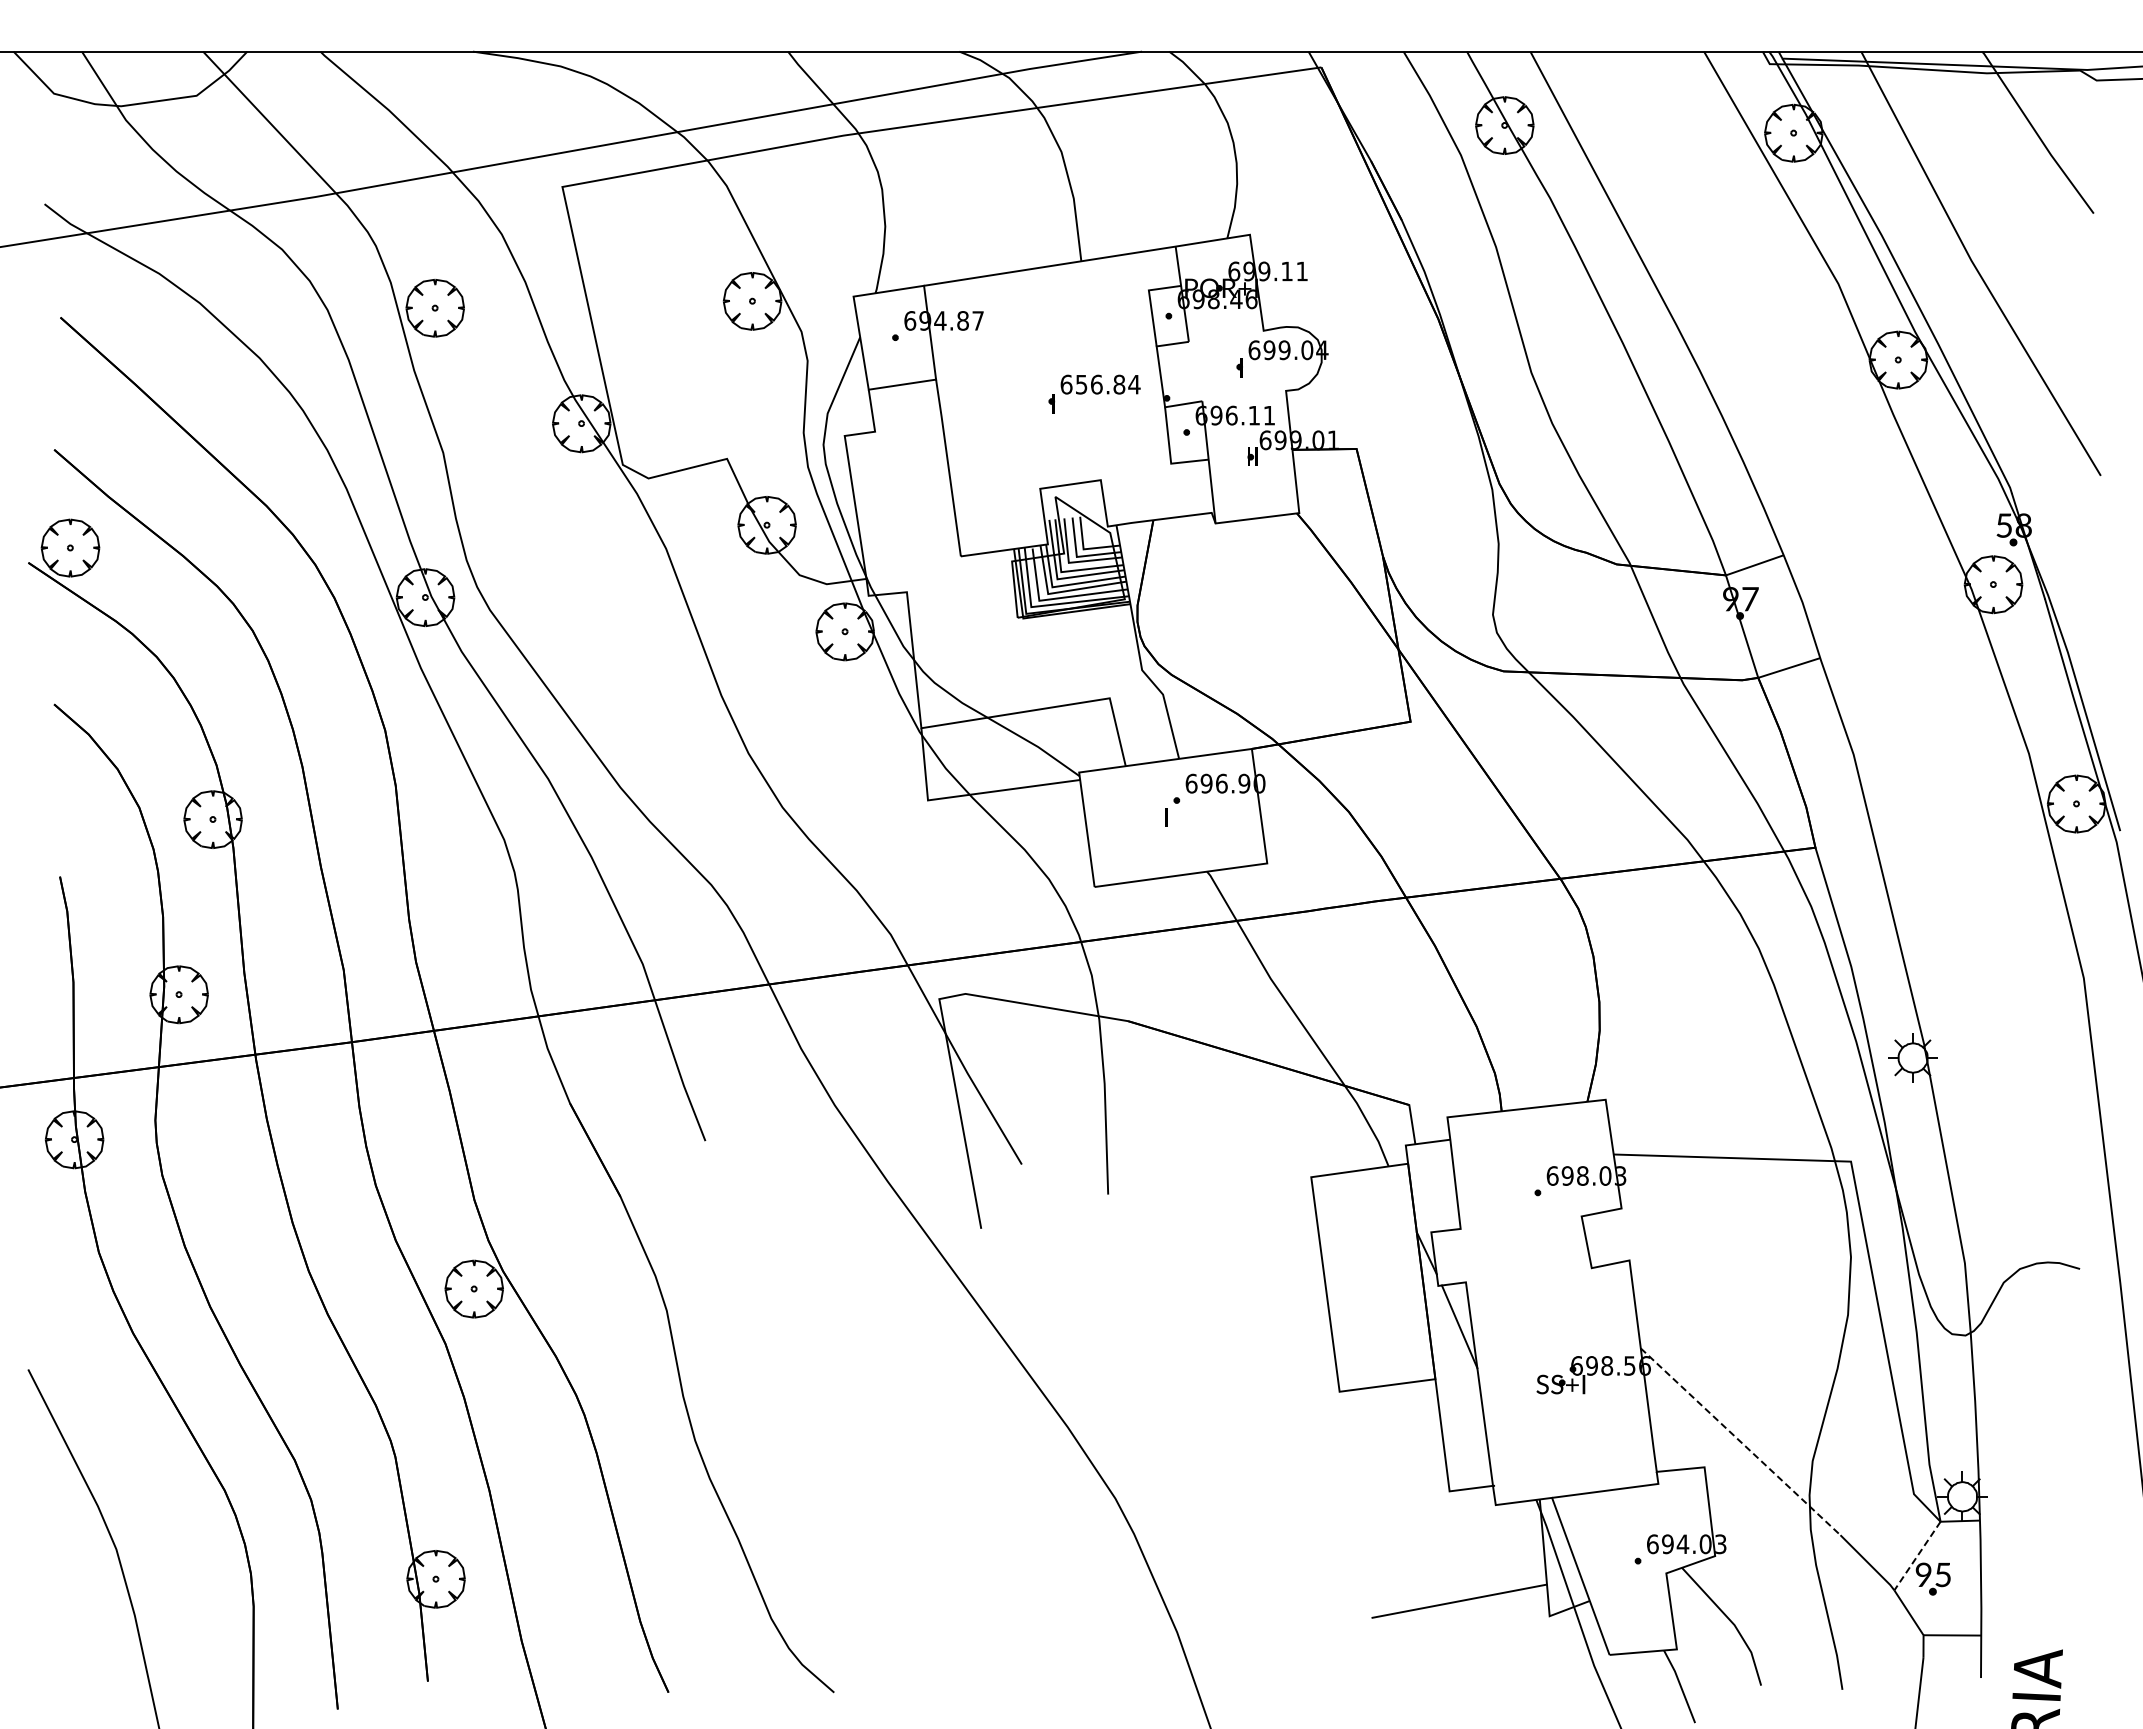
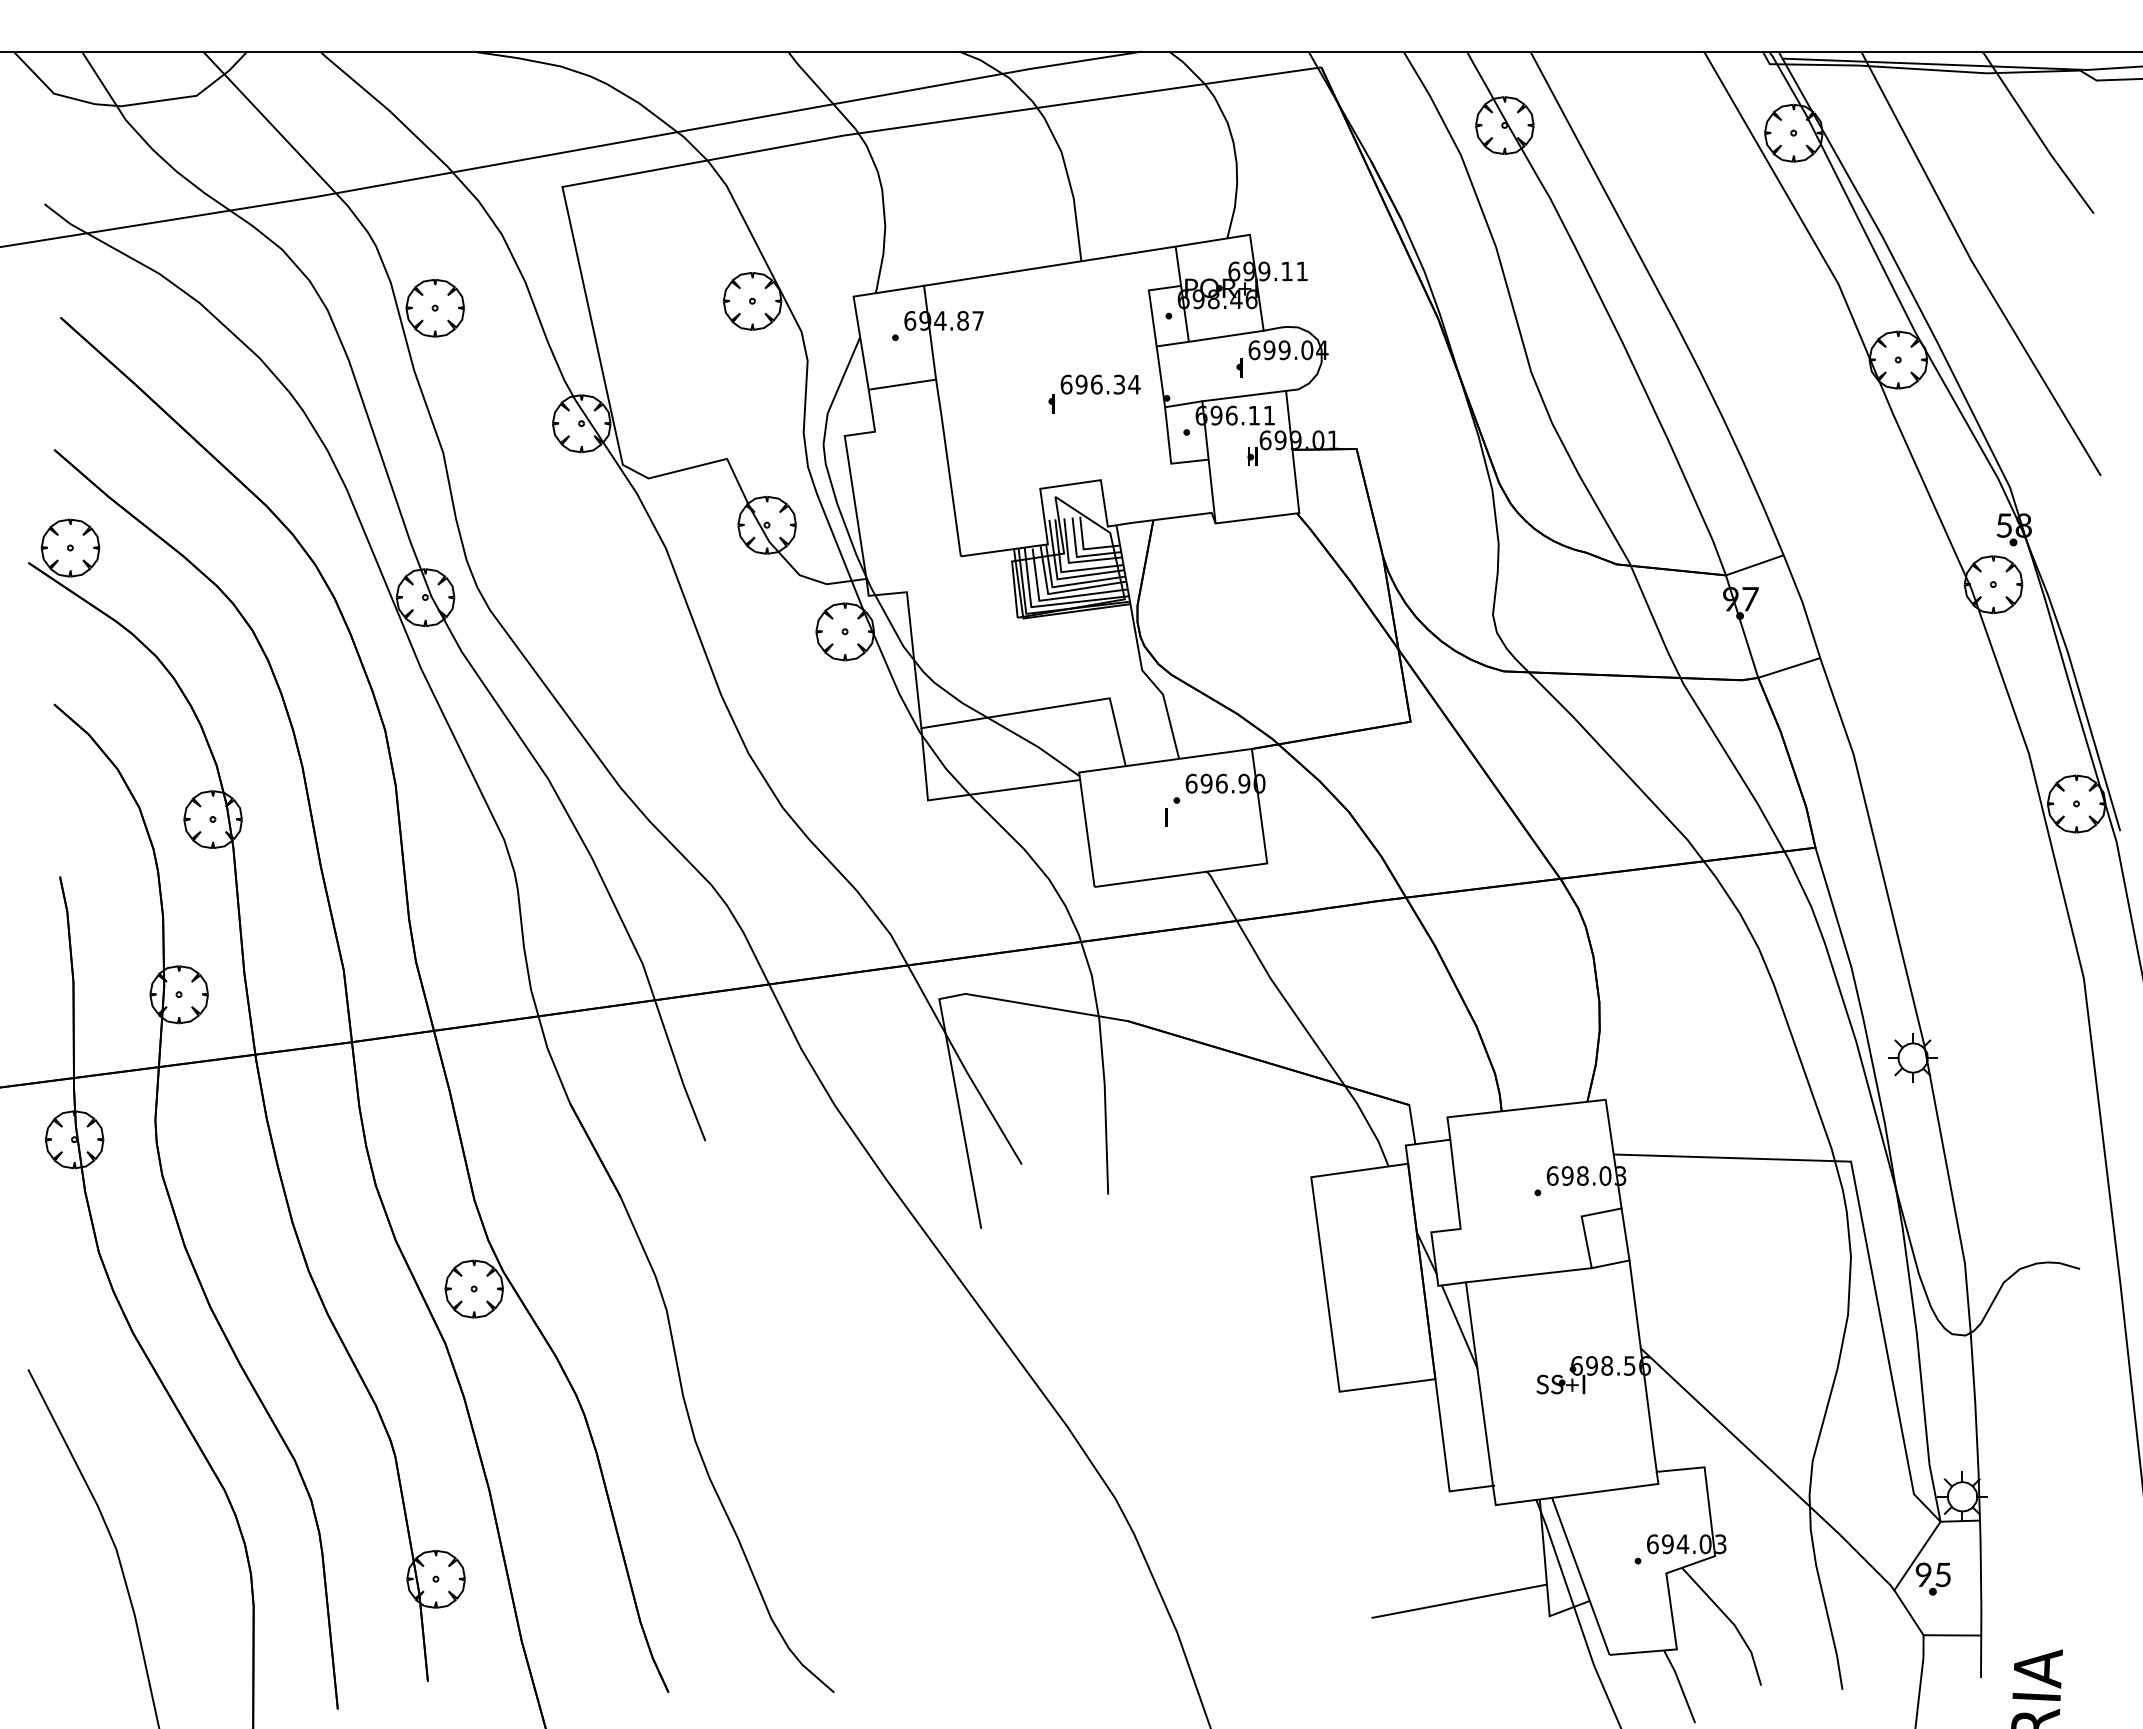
line at (1225, 335): none -> present
text at (1100, 384): 656.84 -> 696.34
line at (1244, 395): none -> present
line at (1625, 1234): none -> present
line at (1528, 1275): none -> present
line at (1740, 1441): dashed -> solid
line at (1917, 1556): dashed -> solid
